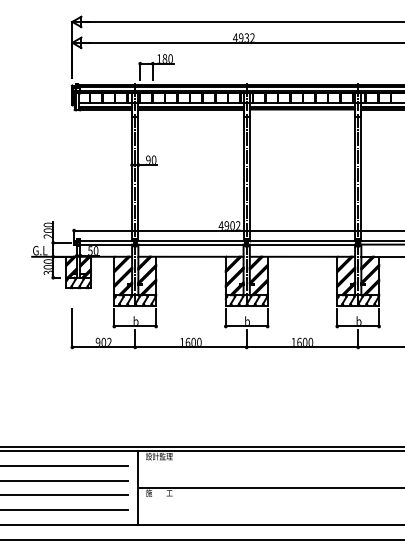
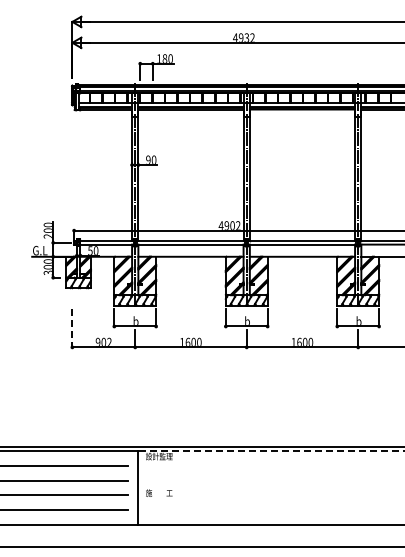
line at (72, 328): solid -> dashed
line at (270, 451): solid -> dashed
line at (270, 488): present -> none
line at (201, 540) position: (201, 540) -> (201, 547)
